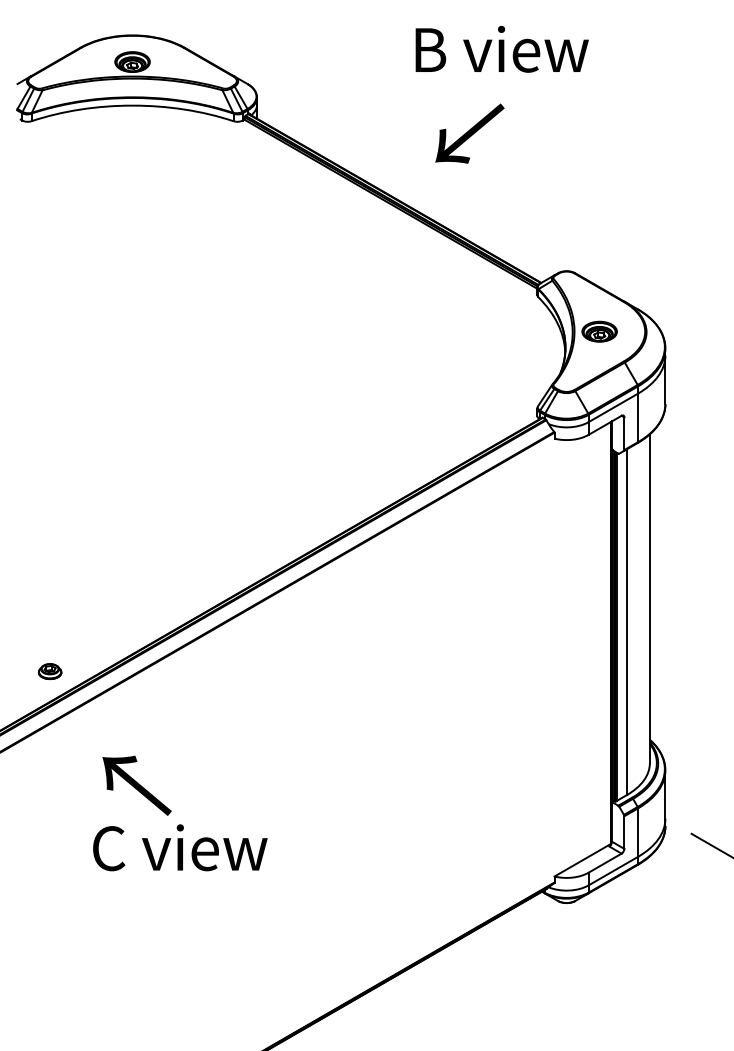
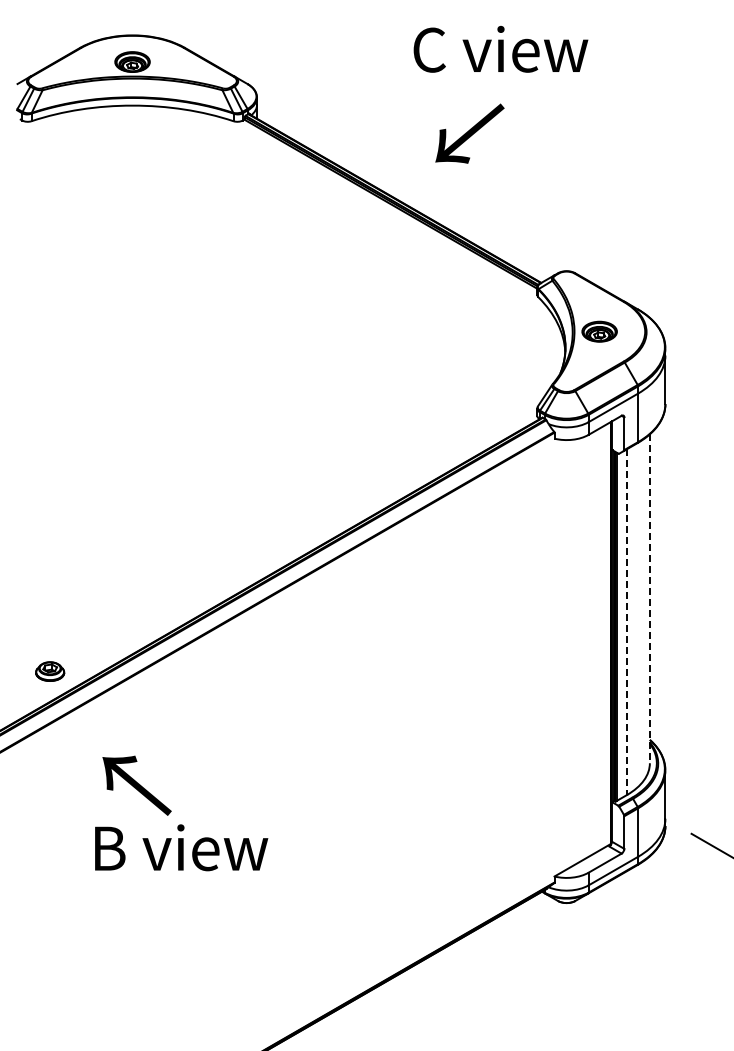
text at (500, 49): B view -> C view
line at (649, 599): solid -> dashed
line at (627, 622): solid -> dashed
part at (49, 671) size: 26x17 px -> 31x21 px
text at (180, 847): C view -> B view
